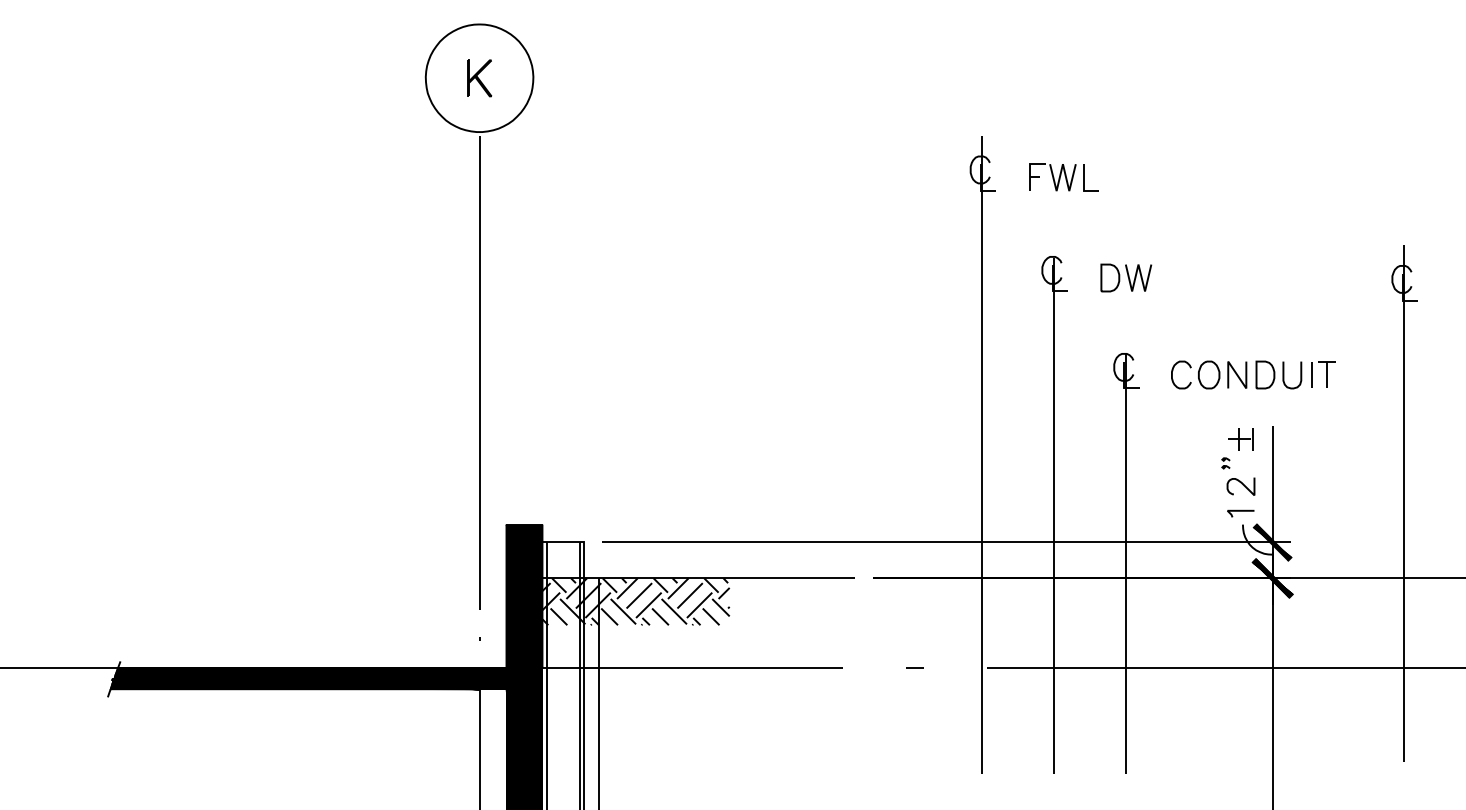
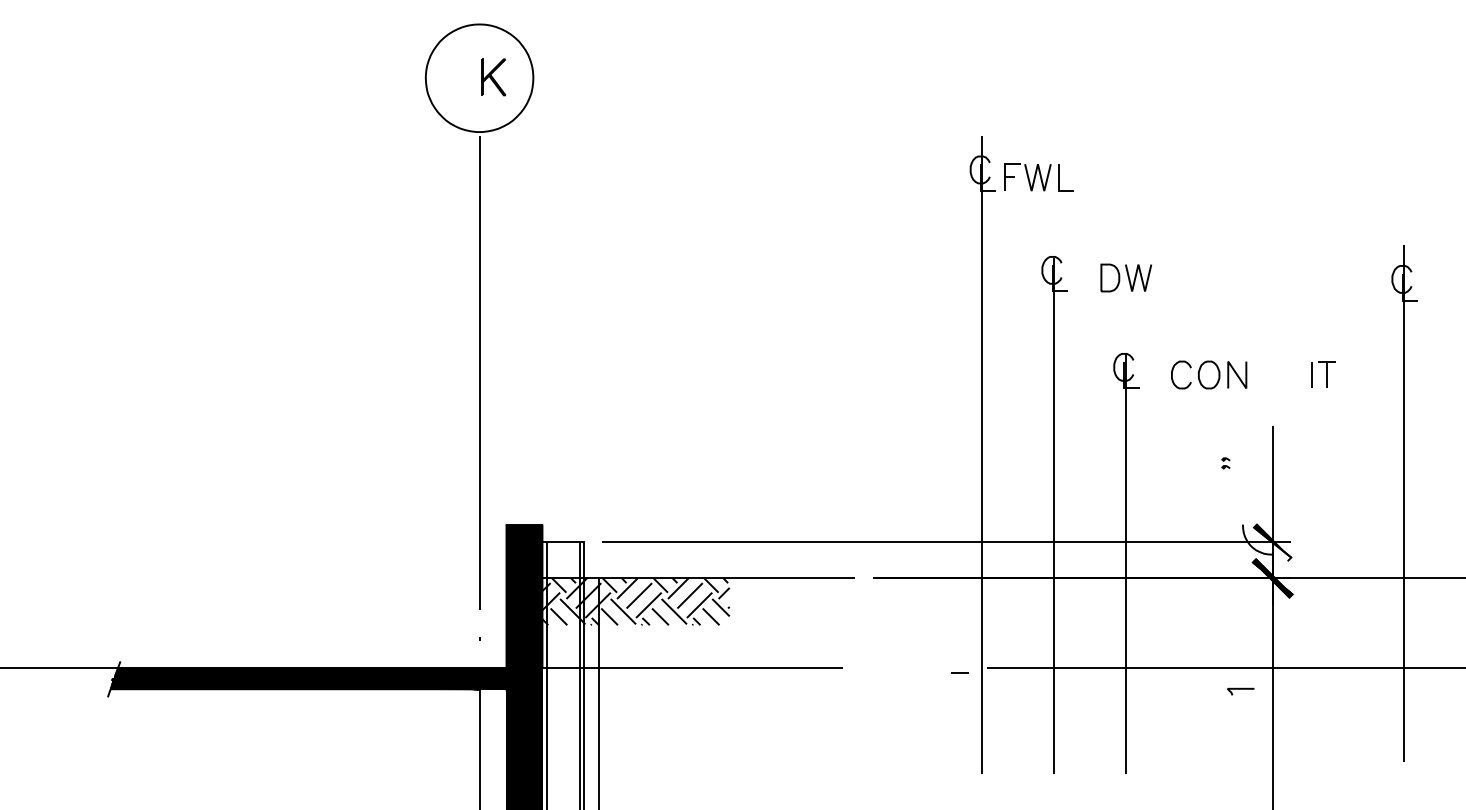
part at (479, 78) position: (479, 78) -> (493, 77)
part at (1063, 177) position: (1063, 177) -> (1038, 177)
part at (1278, 374): present -> none
part at (1240, 439): present -> none
curve at (1241, 484): present -> none
line at (1240, 511) position: (1240, 511) -> (1240, 689)
fill at (1272, 544): present -> none
line at (914, 667) position: (914, 667) -> (959, 672)
